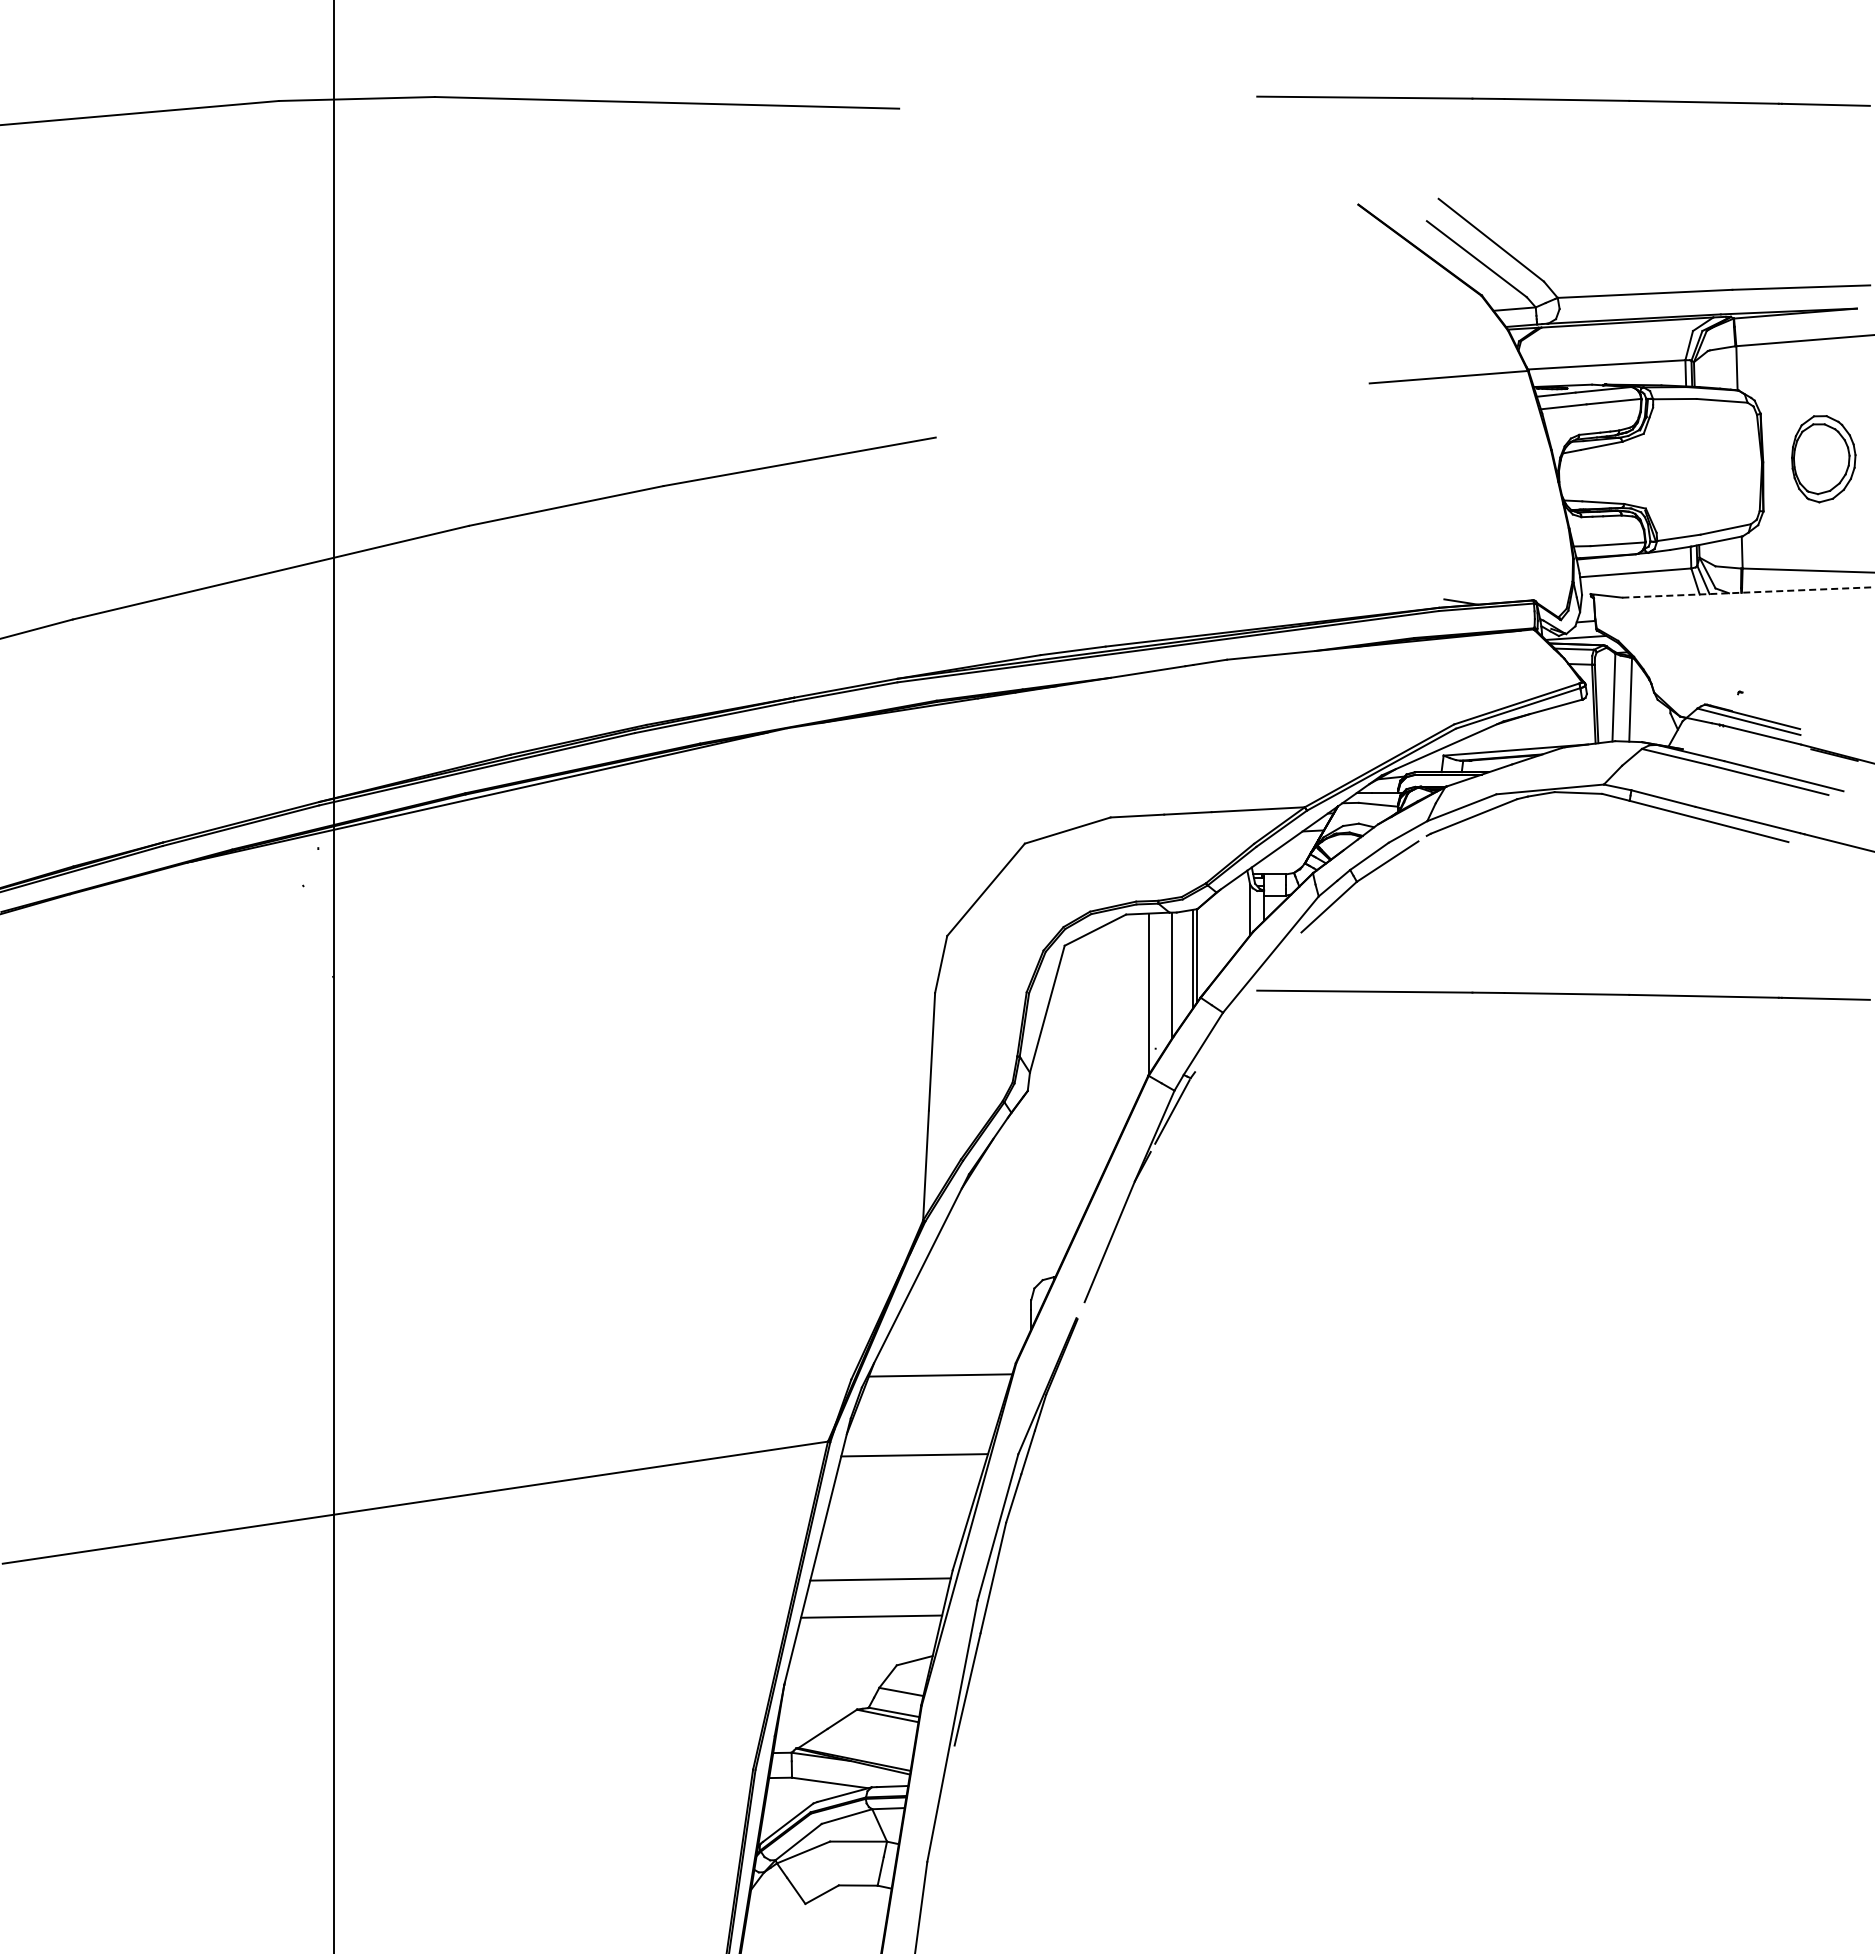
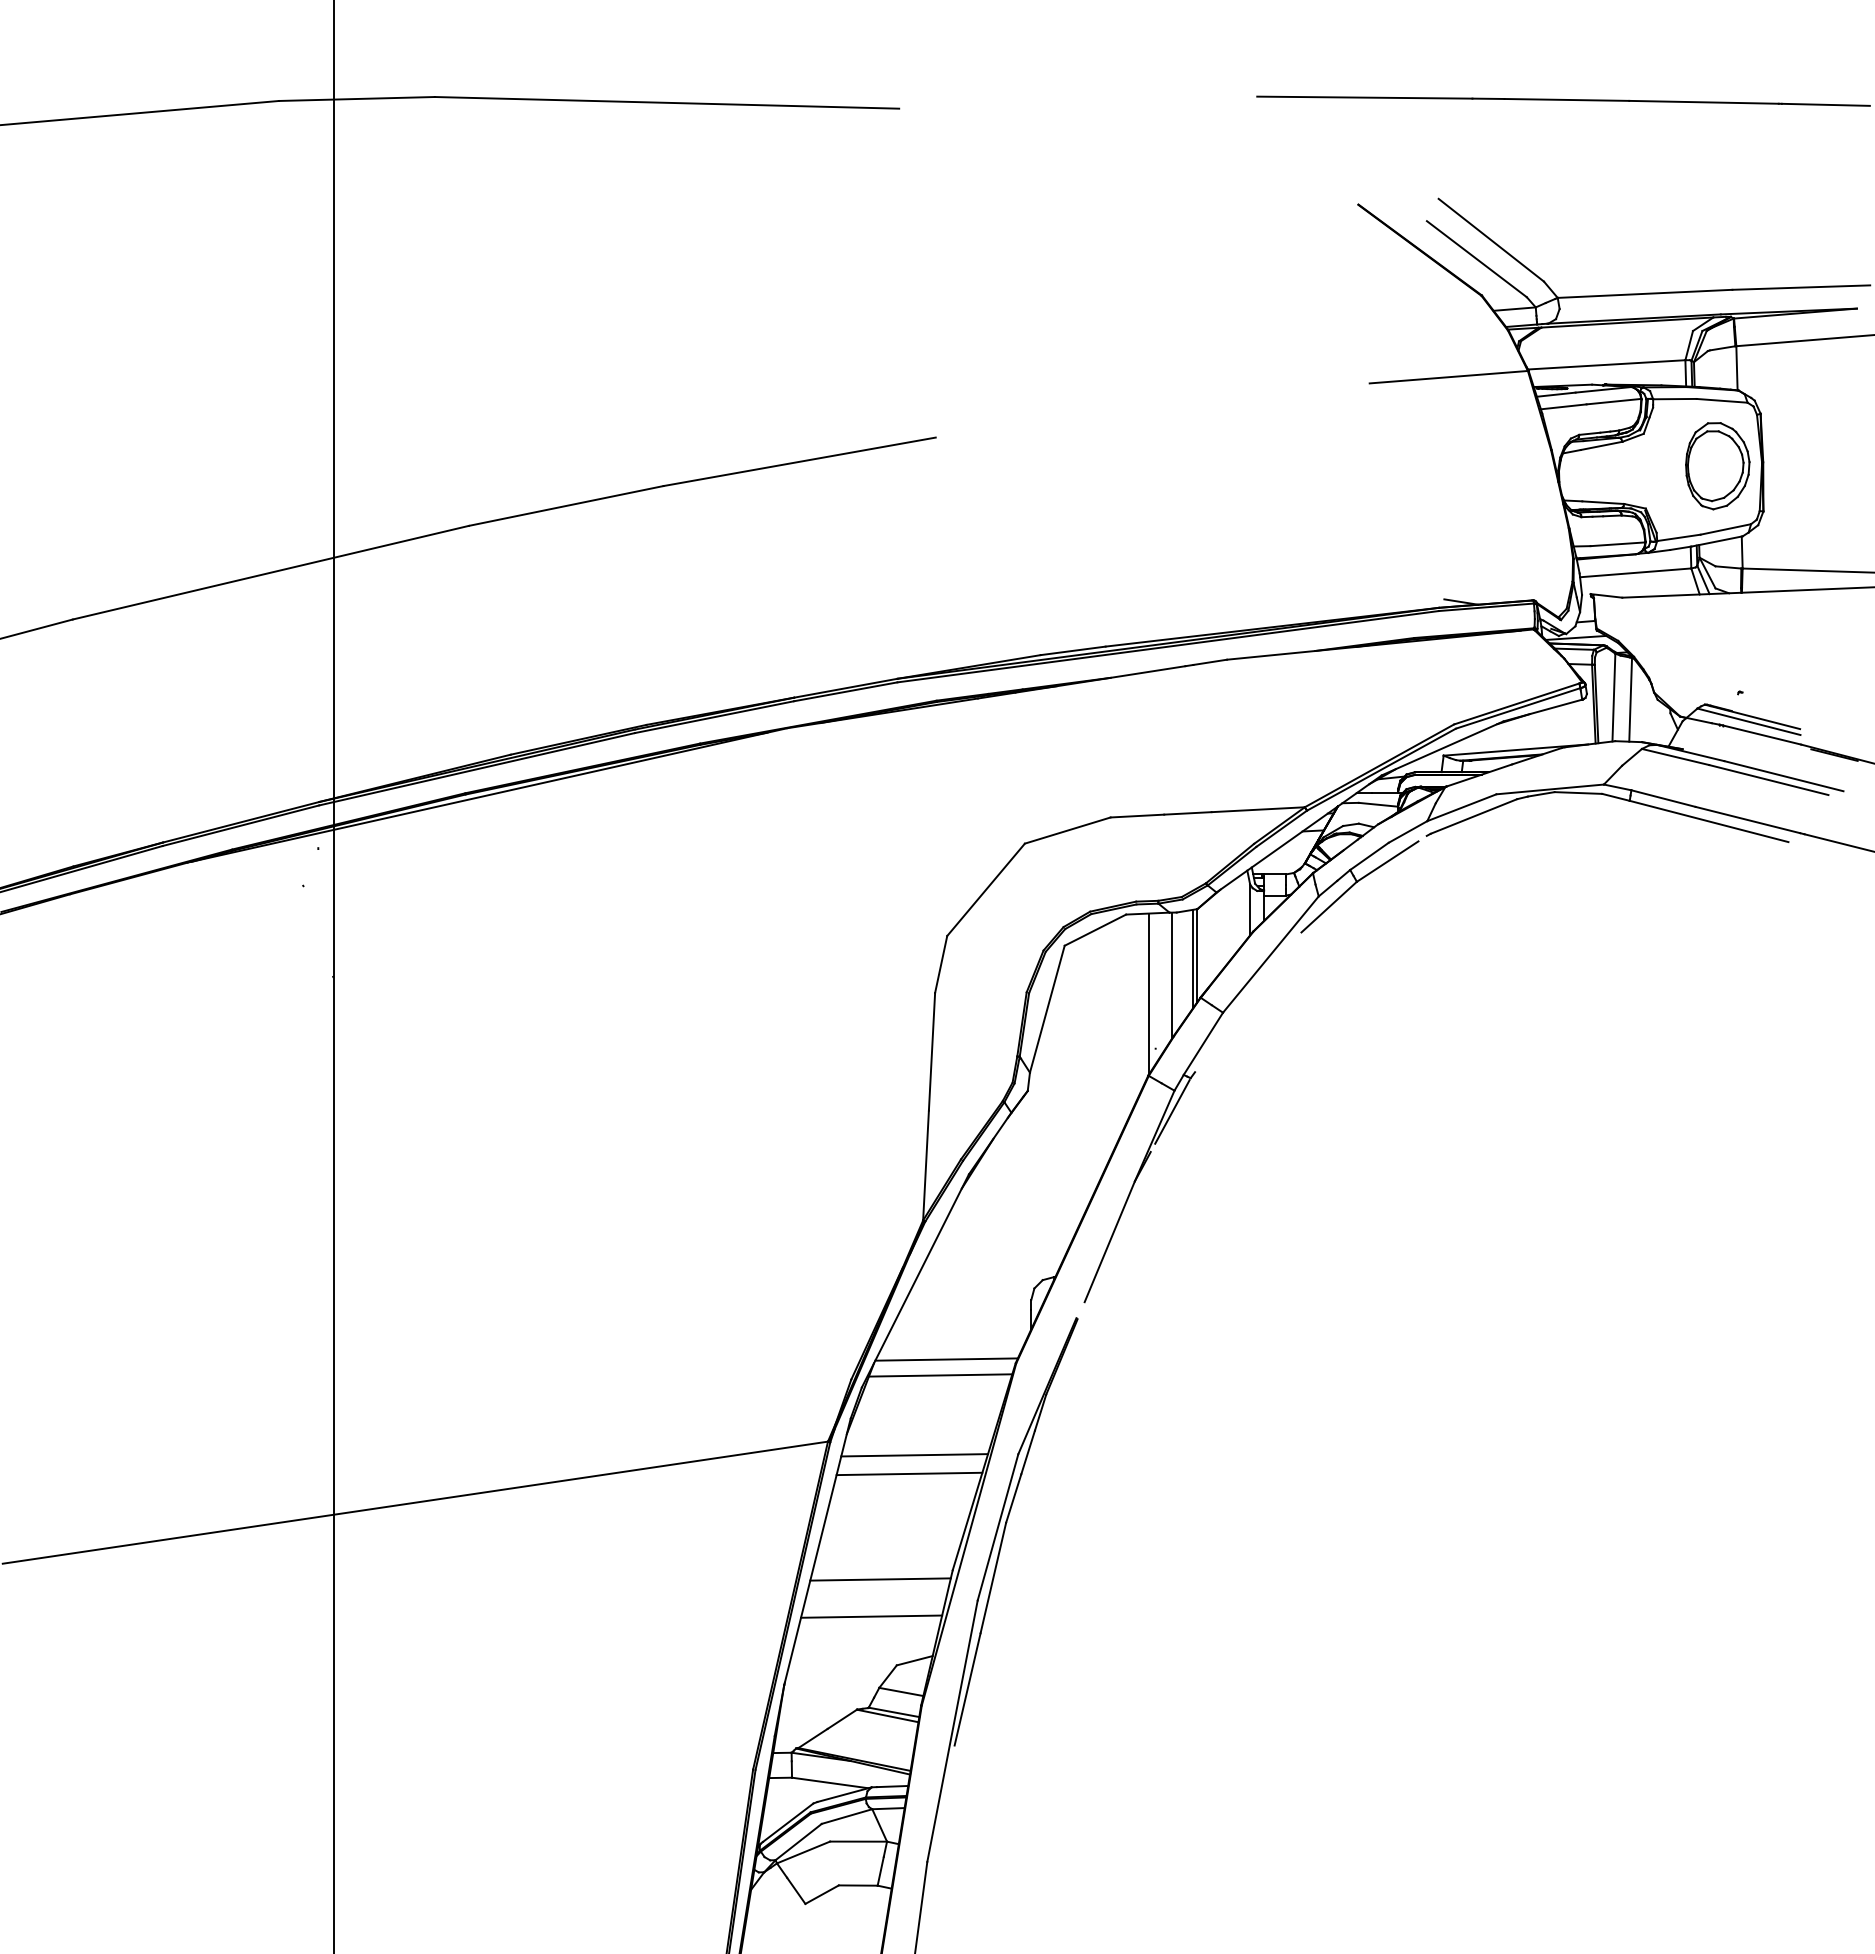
part at (1823, 459) position: (1823, 459) -> (1717, 466)
line at (1749, 592): dashed -> solid
part at (1563, 994): present -> none
line at (946, 1359): none -> present
line at (909, 1473): none -> present
